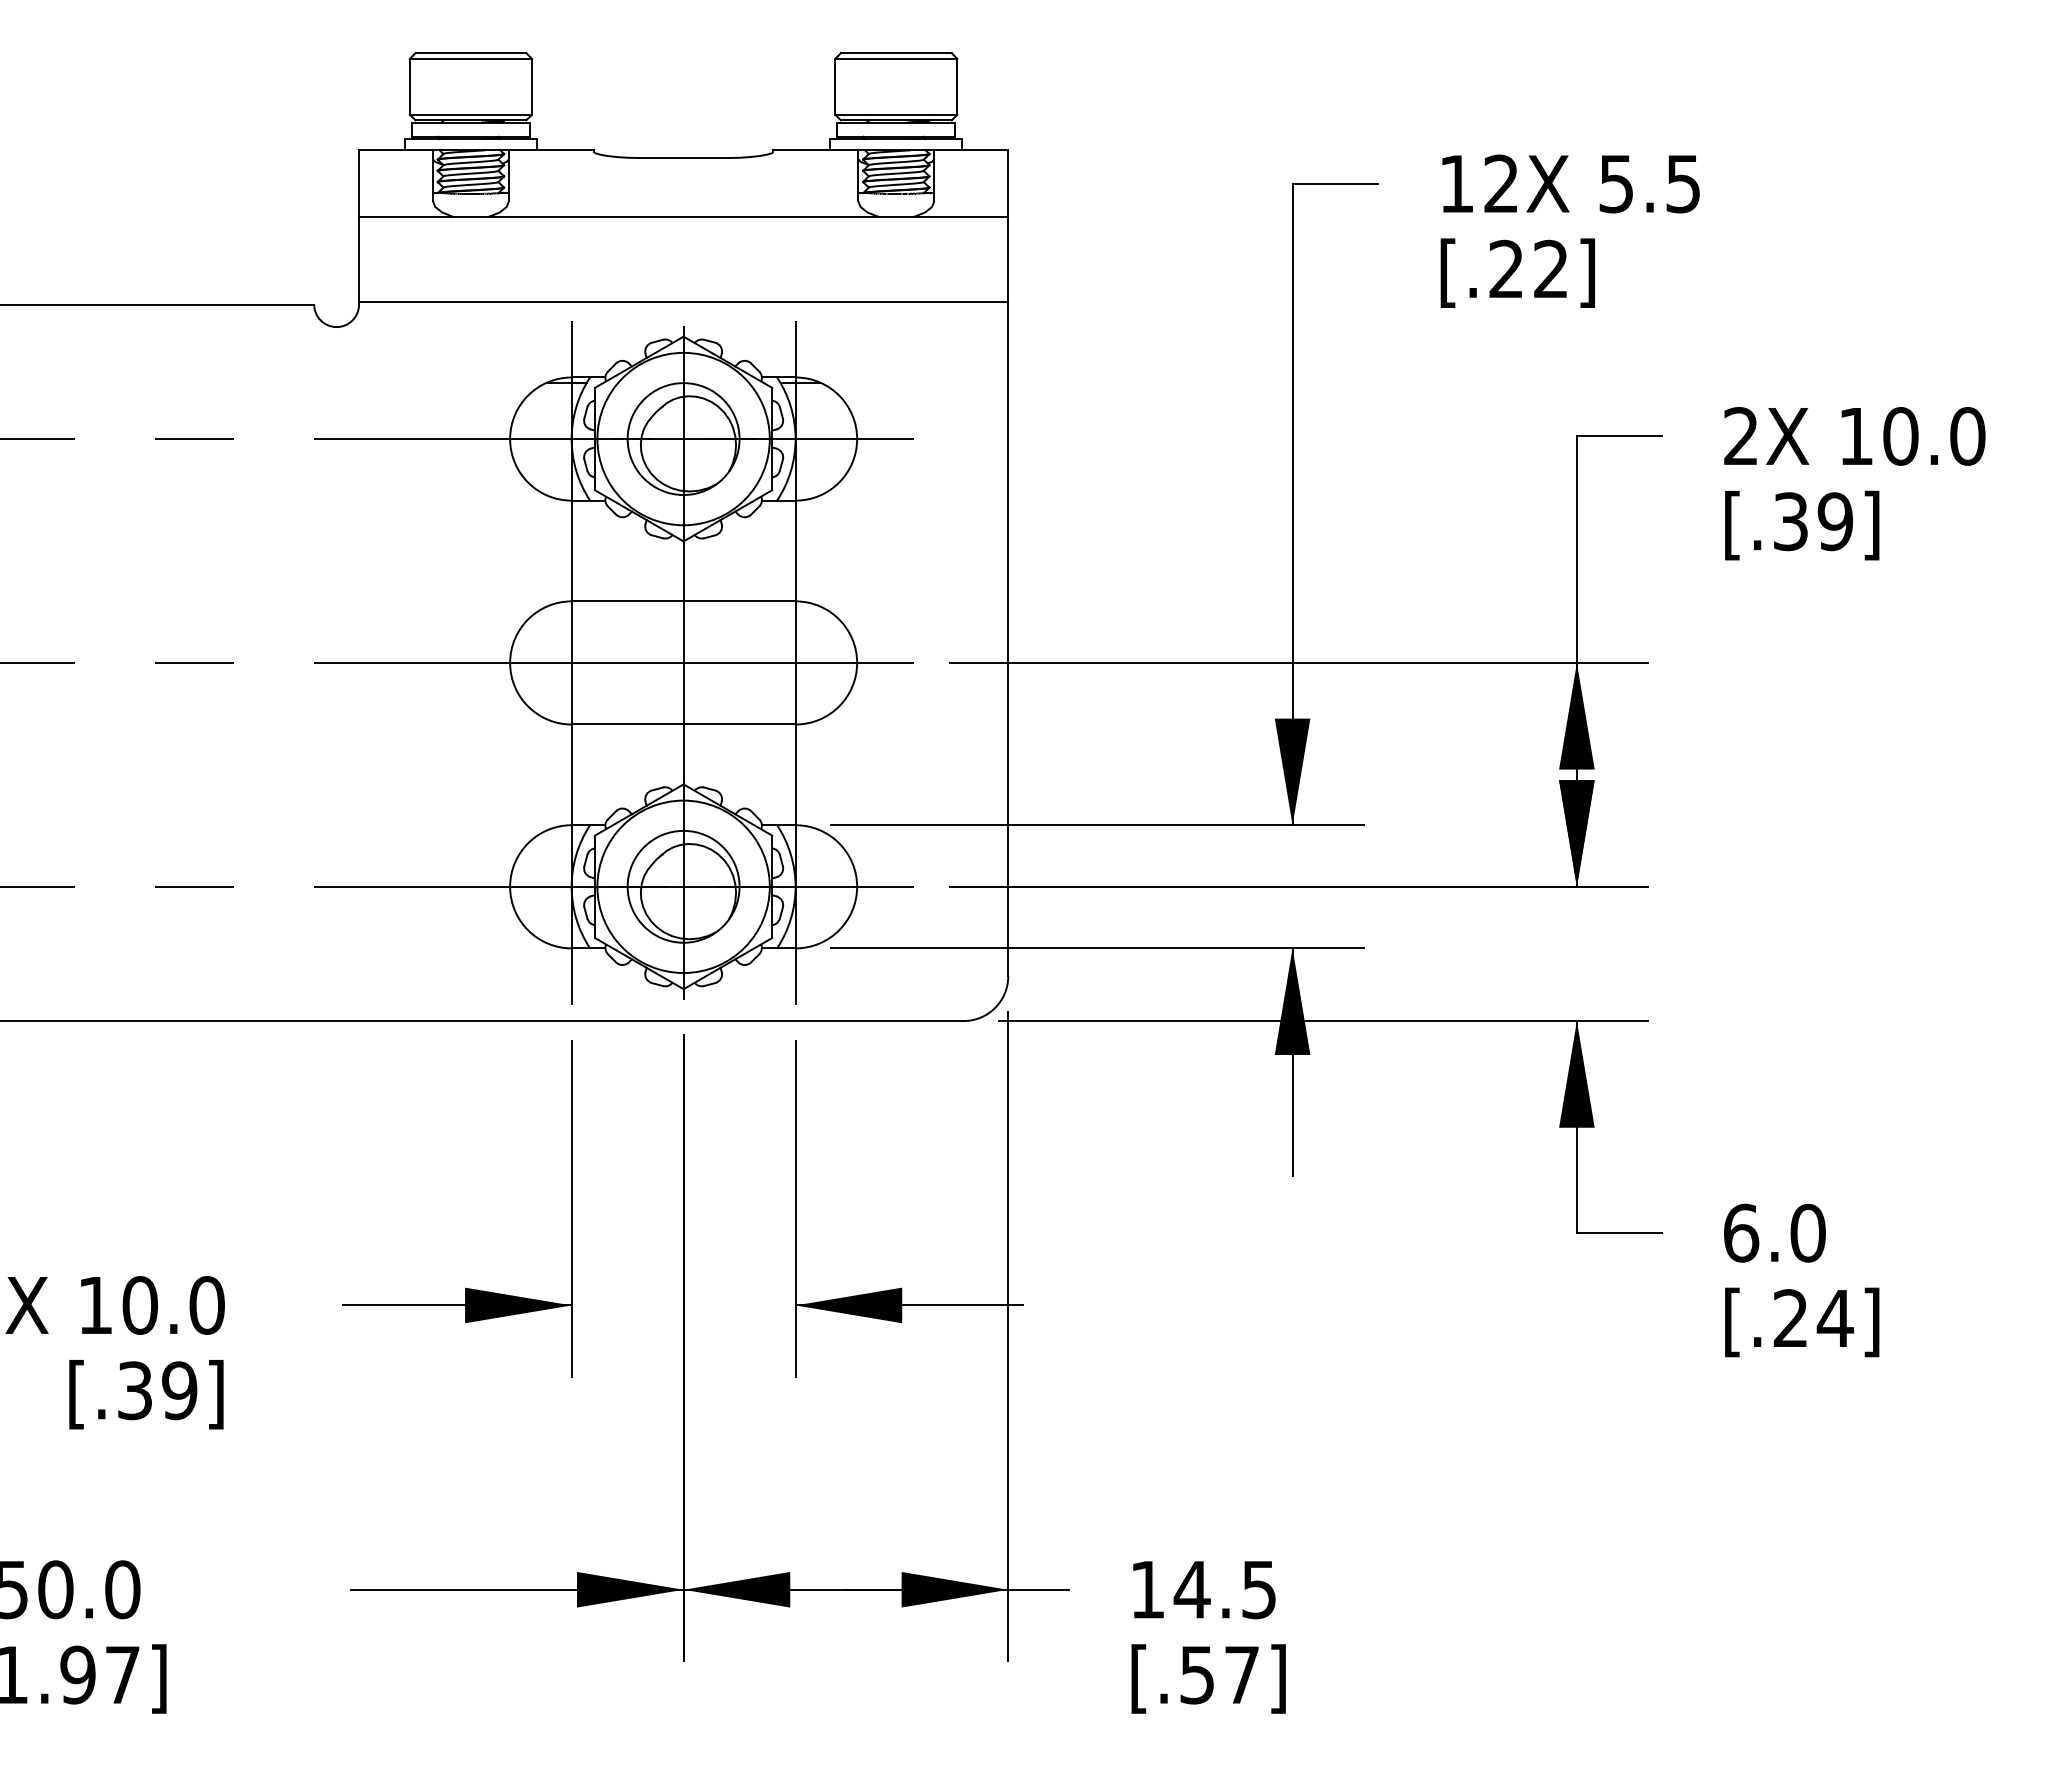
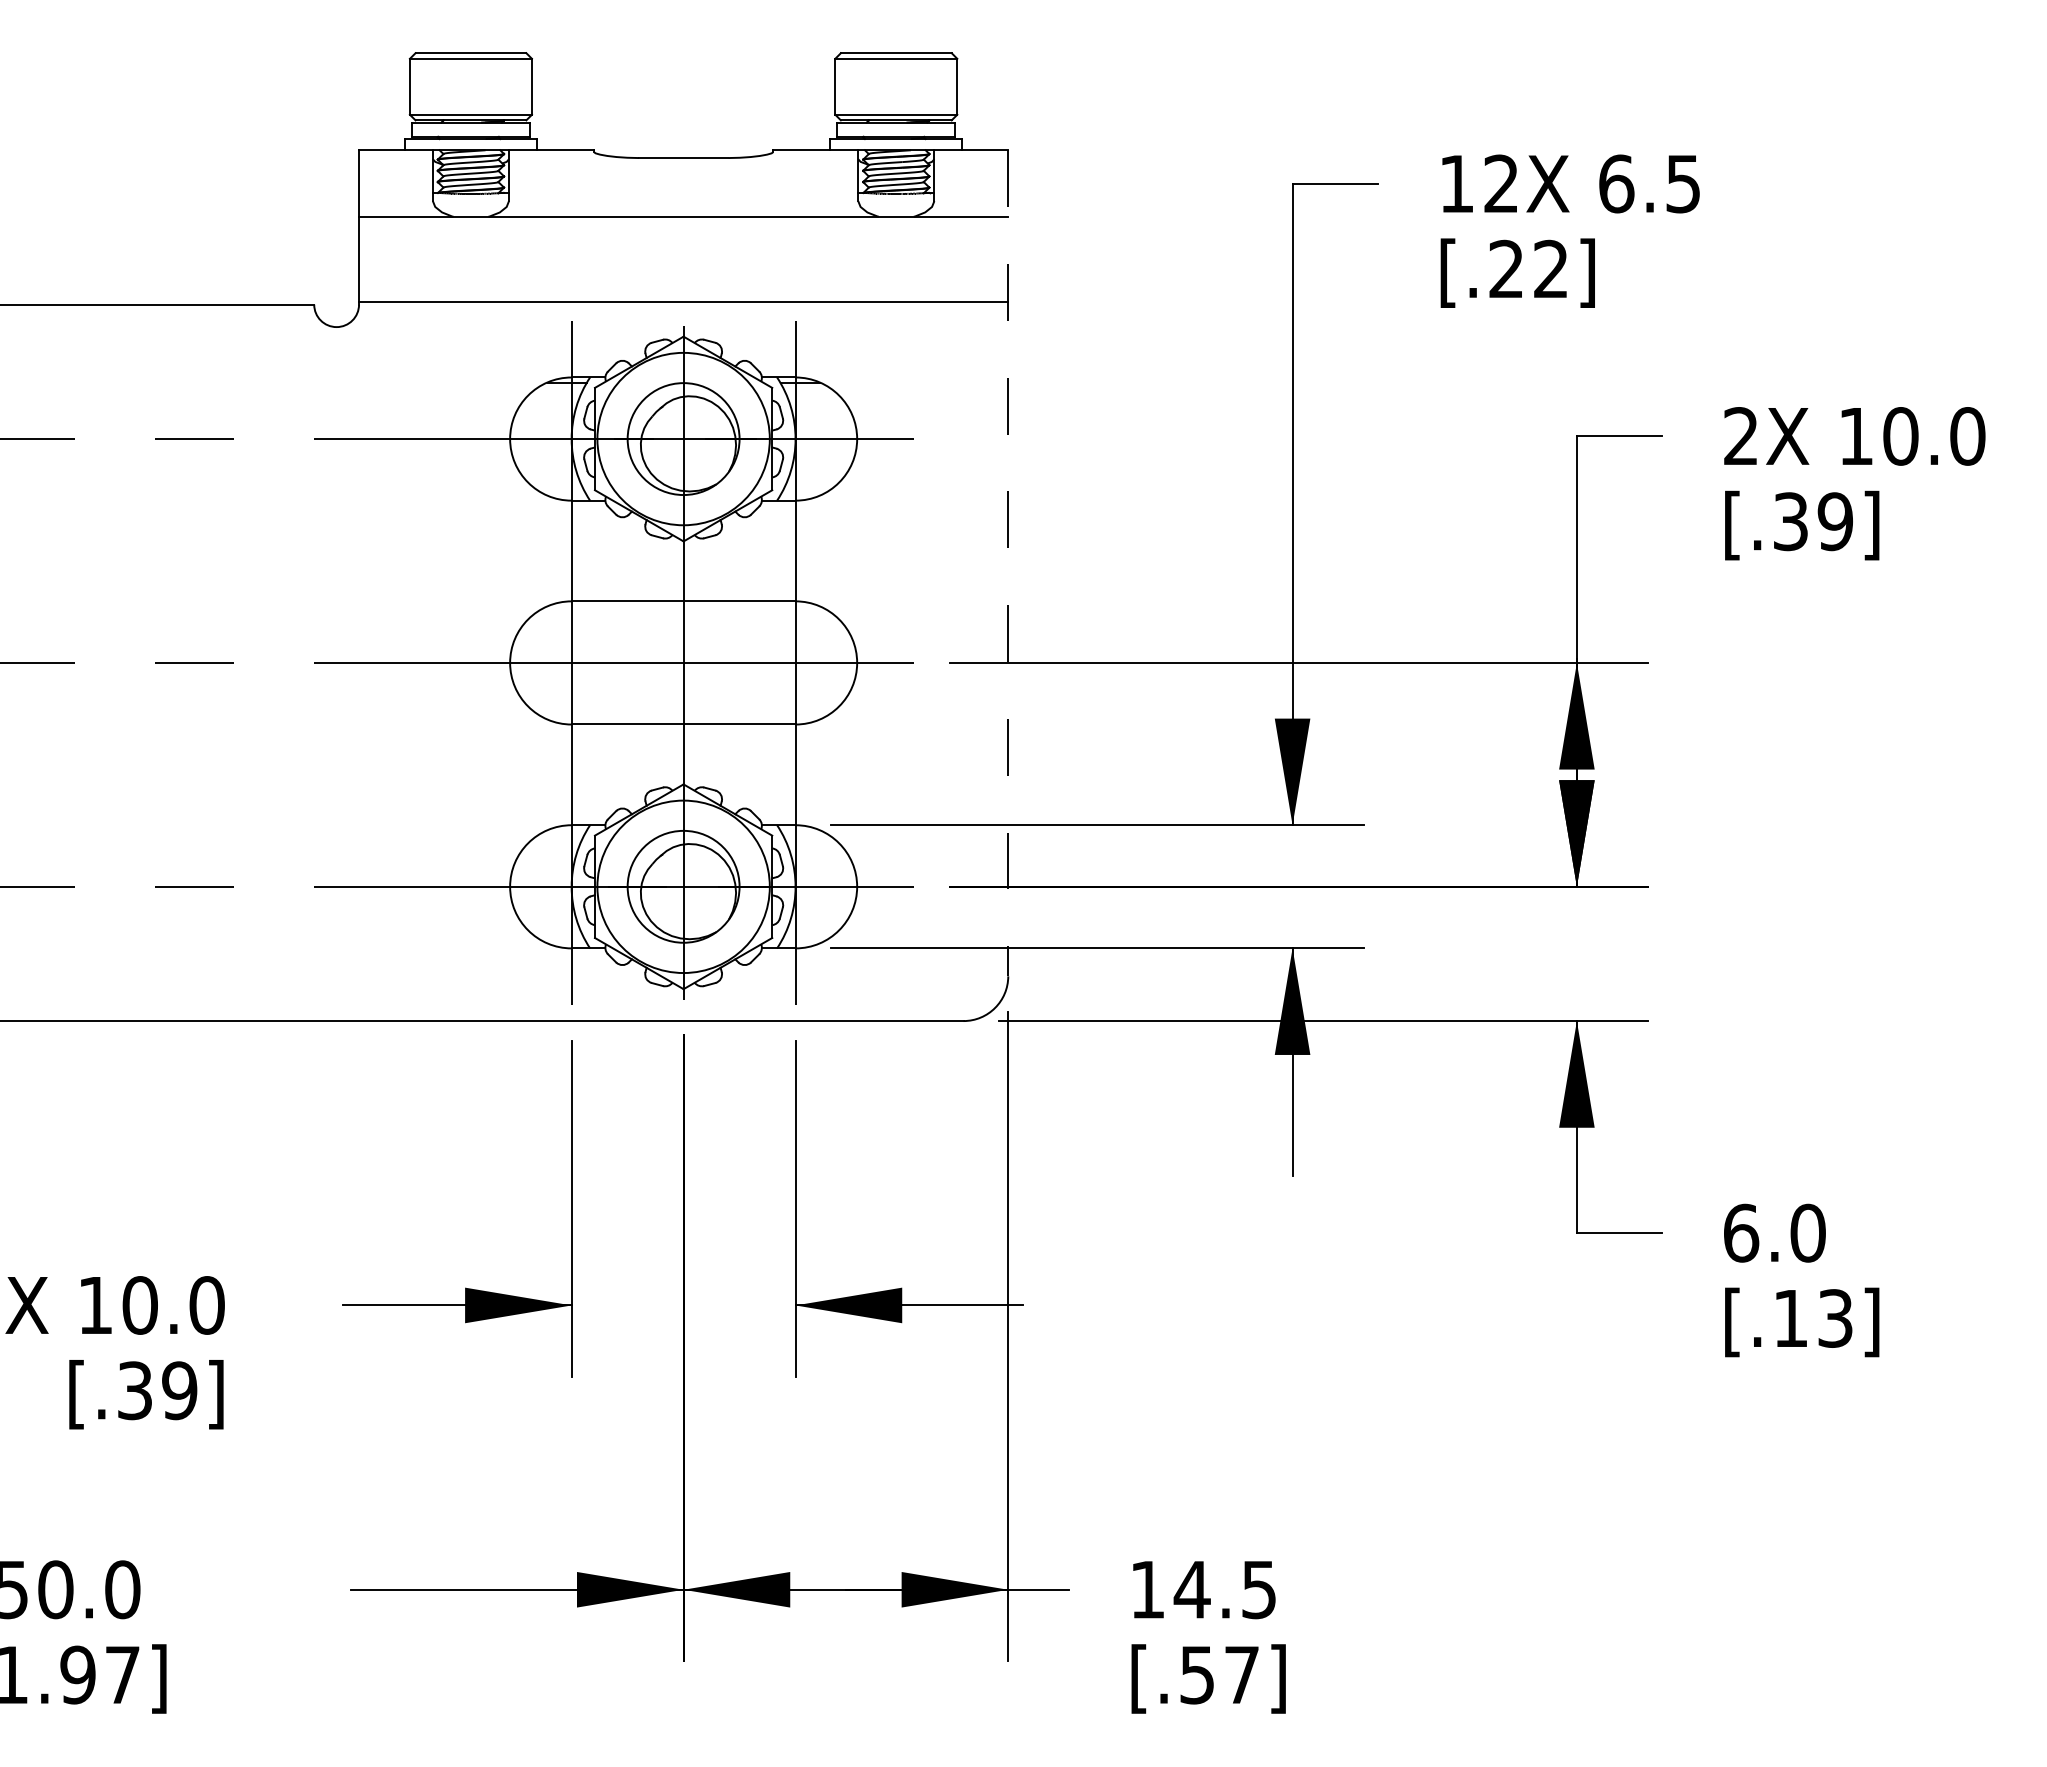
text at (1616, 183): 5.5 -> 6.5
line at (1008, 563): solid -> dashed
text at (1813, 1318): [.24] -> [.13]
